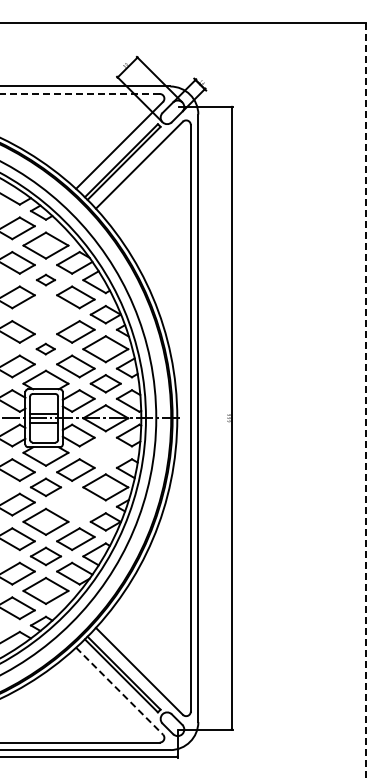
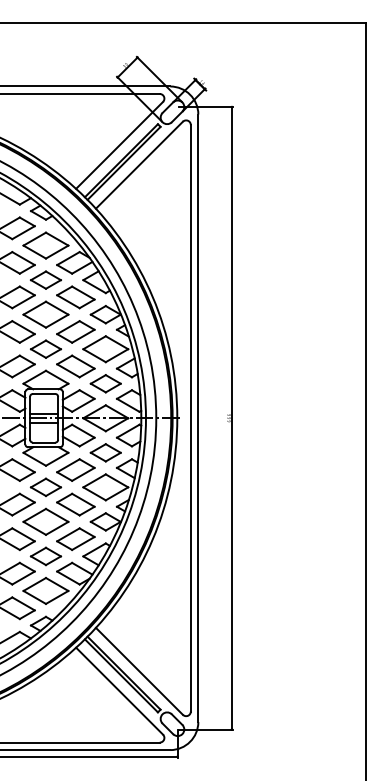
line at (79, 93): dashed -> solid
part at (45, 279) size: 20x14 px -> 32x20 px
part at (45, 314): none -> present
part at (45, 348) size: 21x14 px -> 33x20 px
line at (365, 402): dashed -> solid
part at (105, 452): none -> present
part at (75, 504): none -> present
line at (119, 691): dashed -> solid
